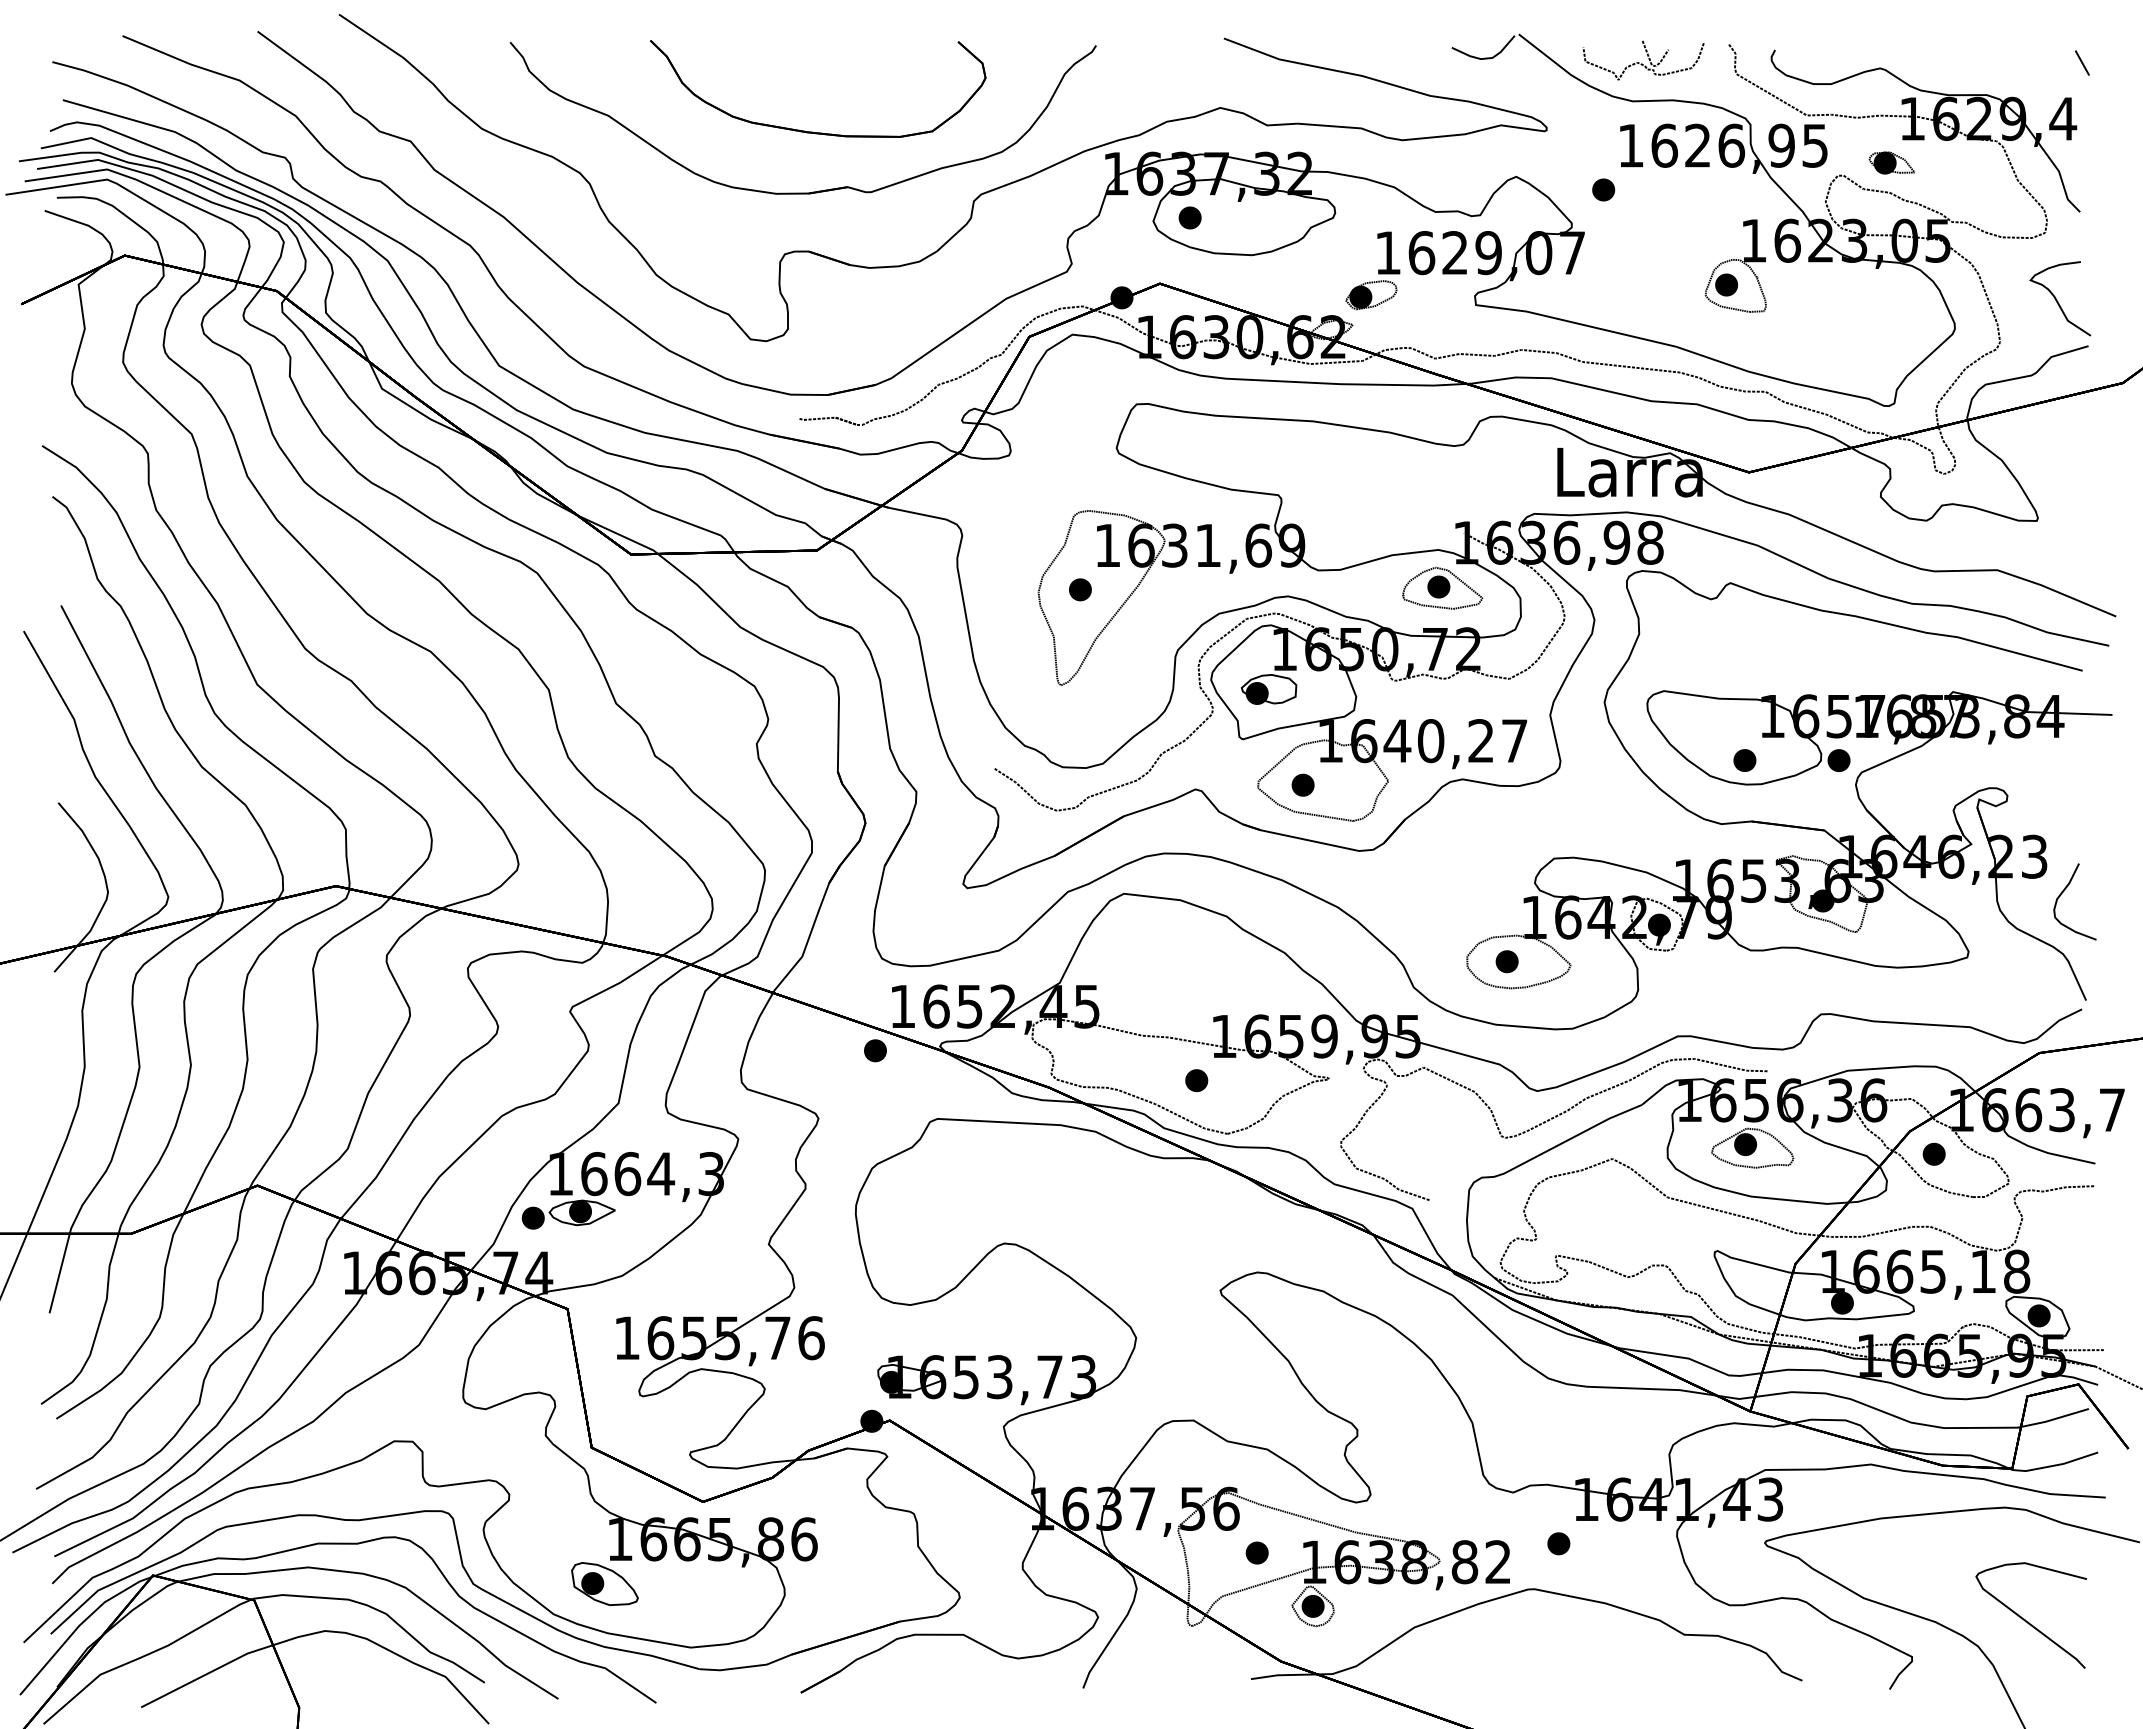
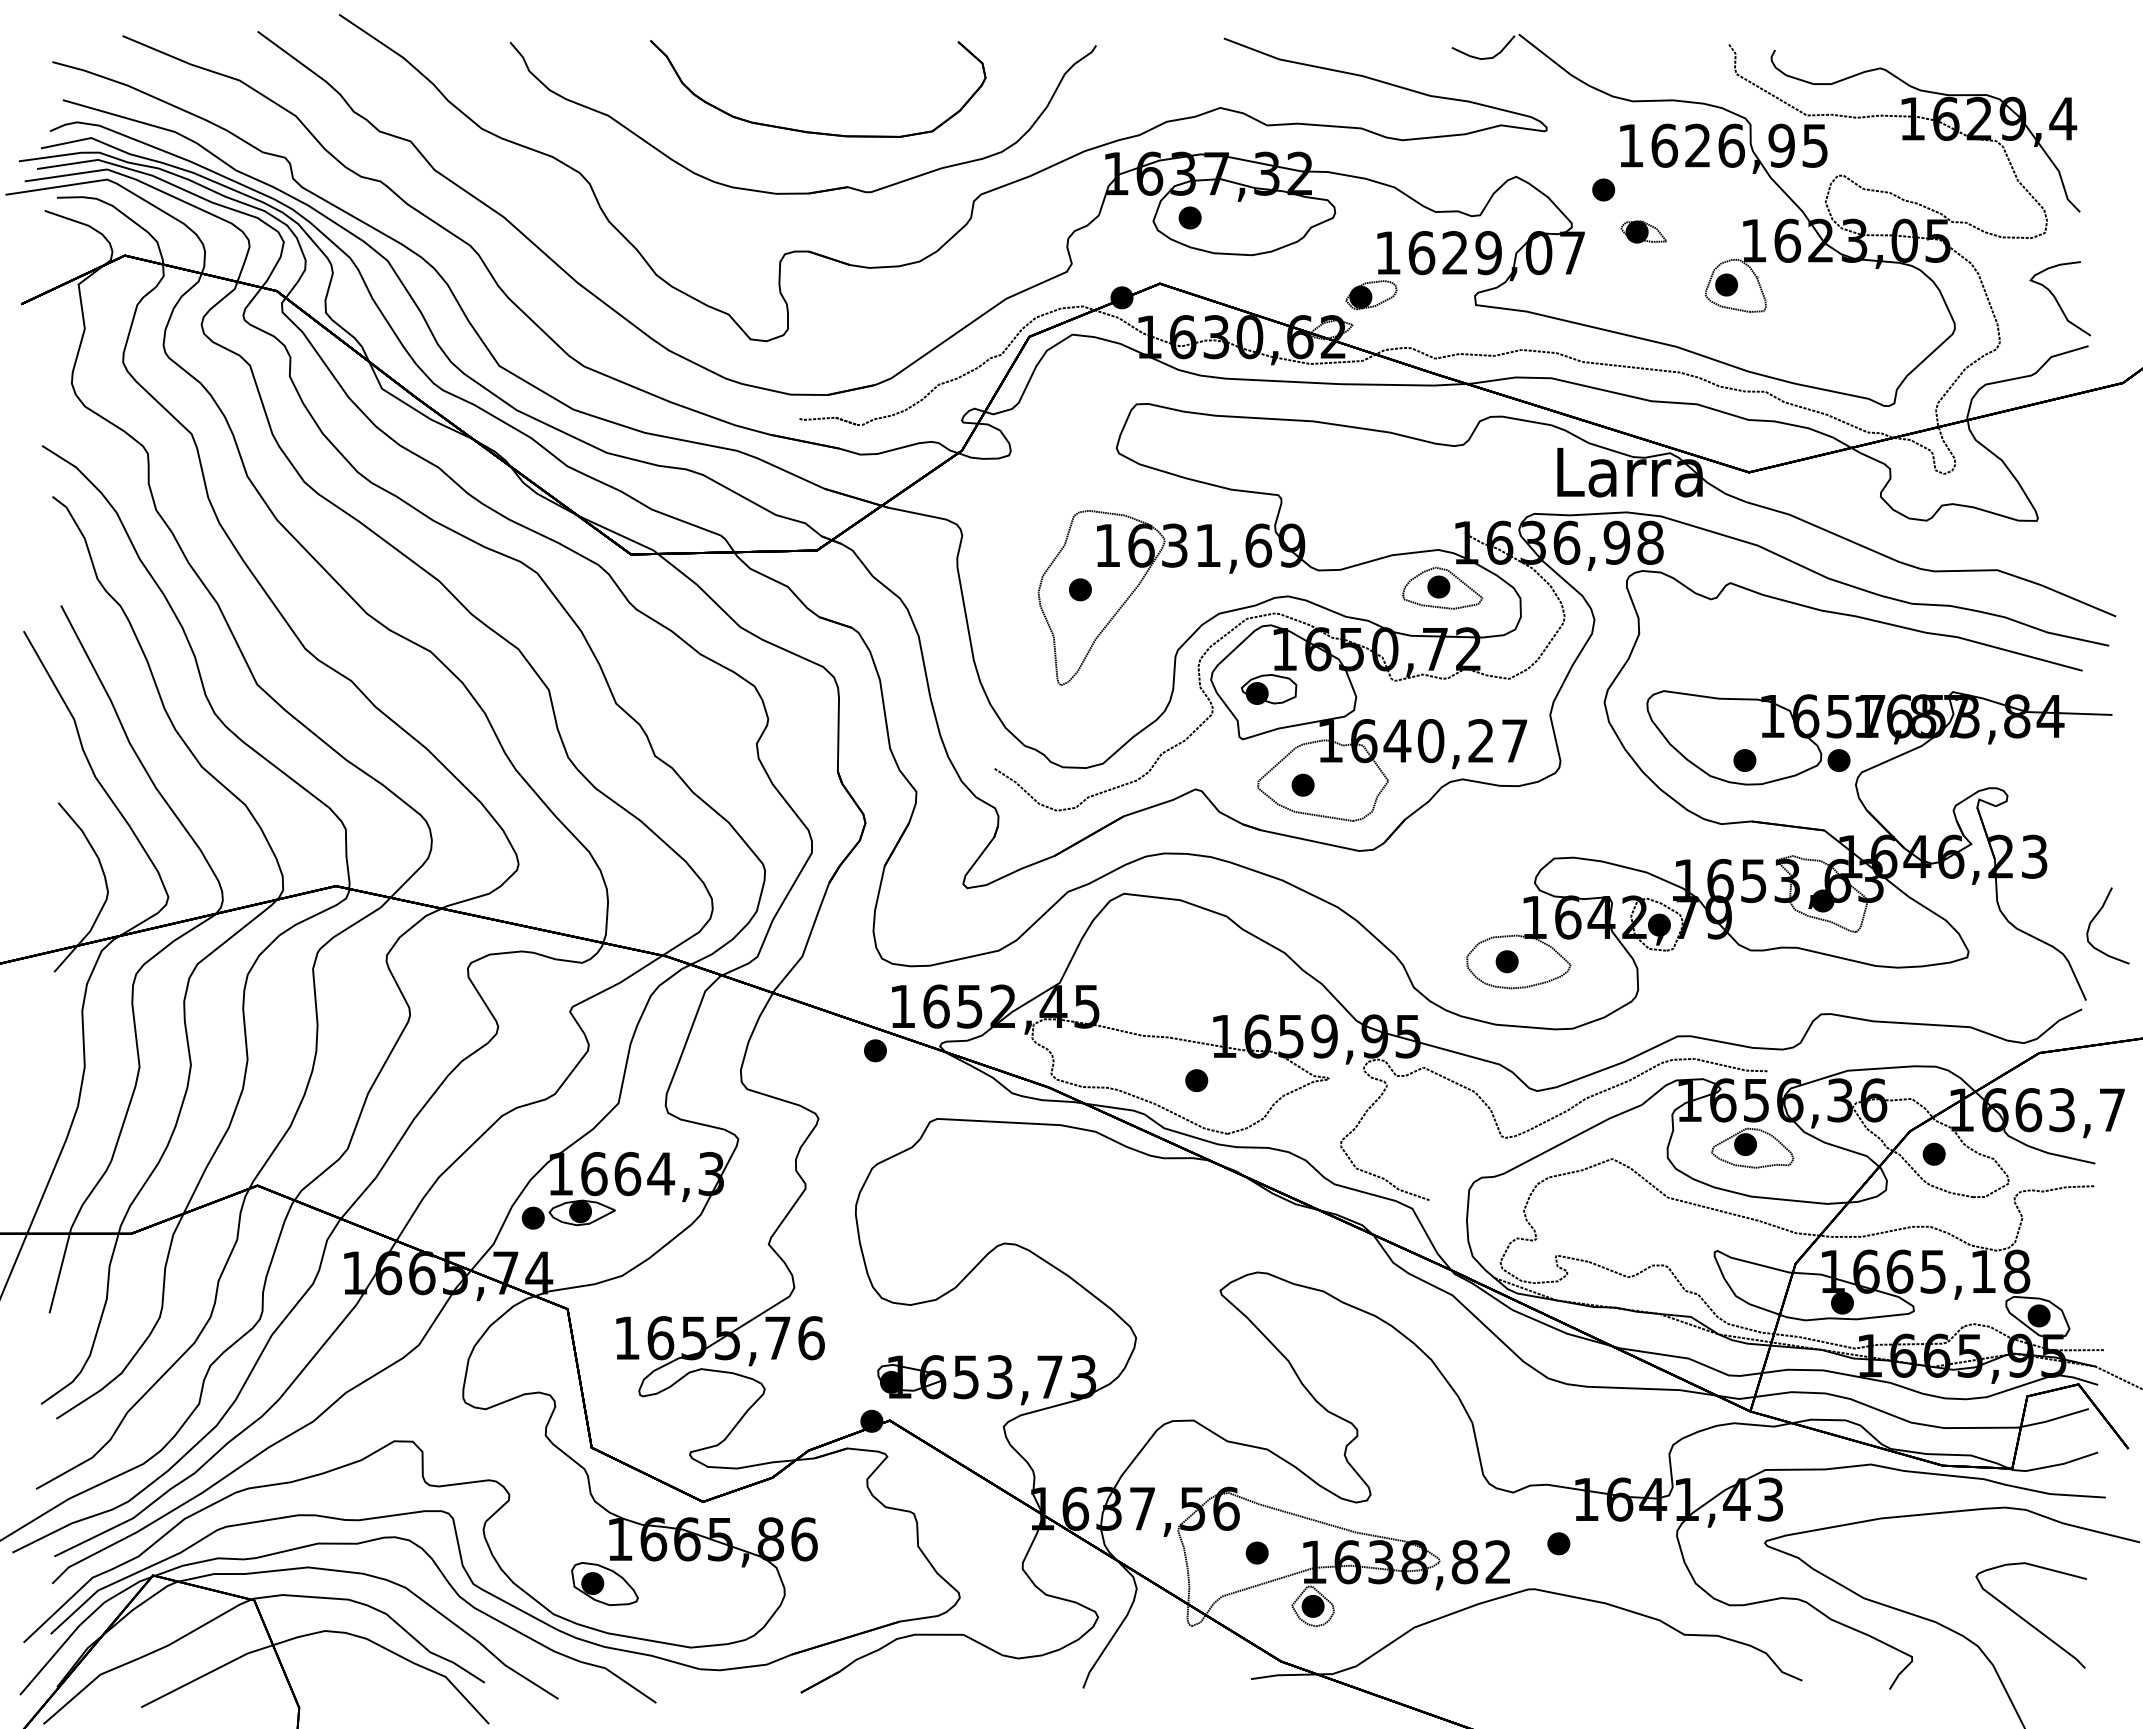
part at (1643, 60): present -> none
line at (2081, 62): present -> none
part at (1891, 162) position: (1891, 162) -> (1643, 231)
curve at (2064, 891) position: (2064, 891) -> (2097, 915)
